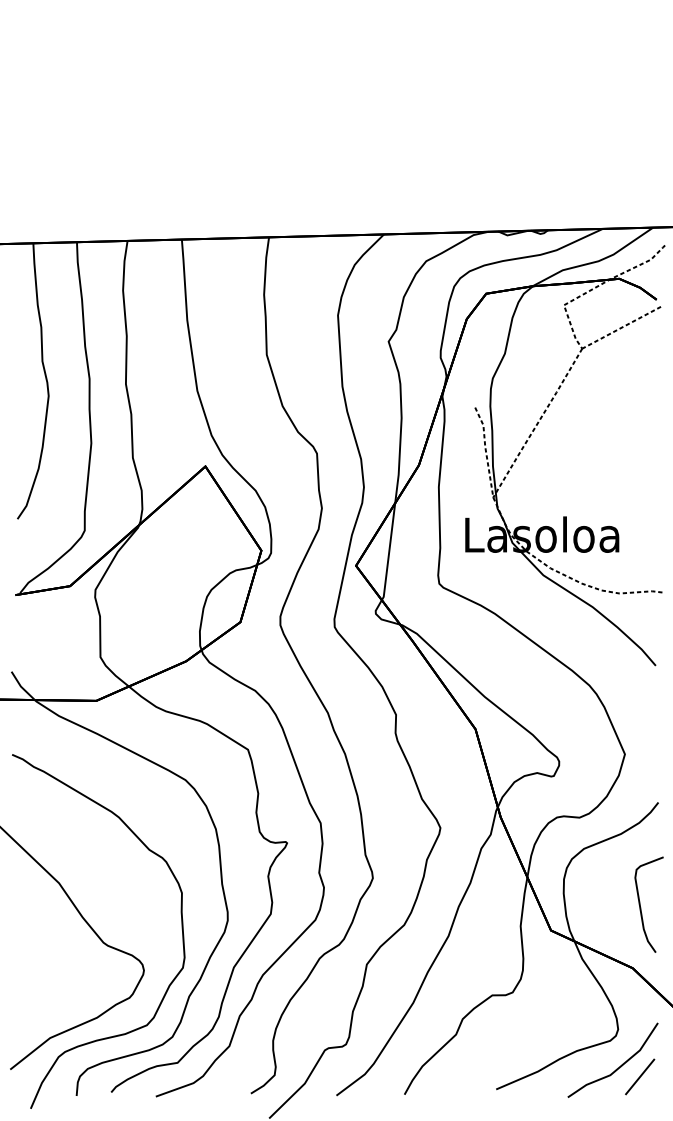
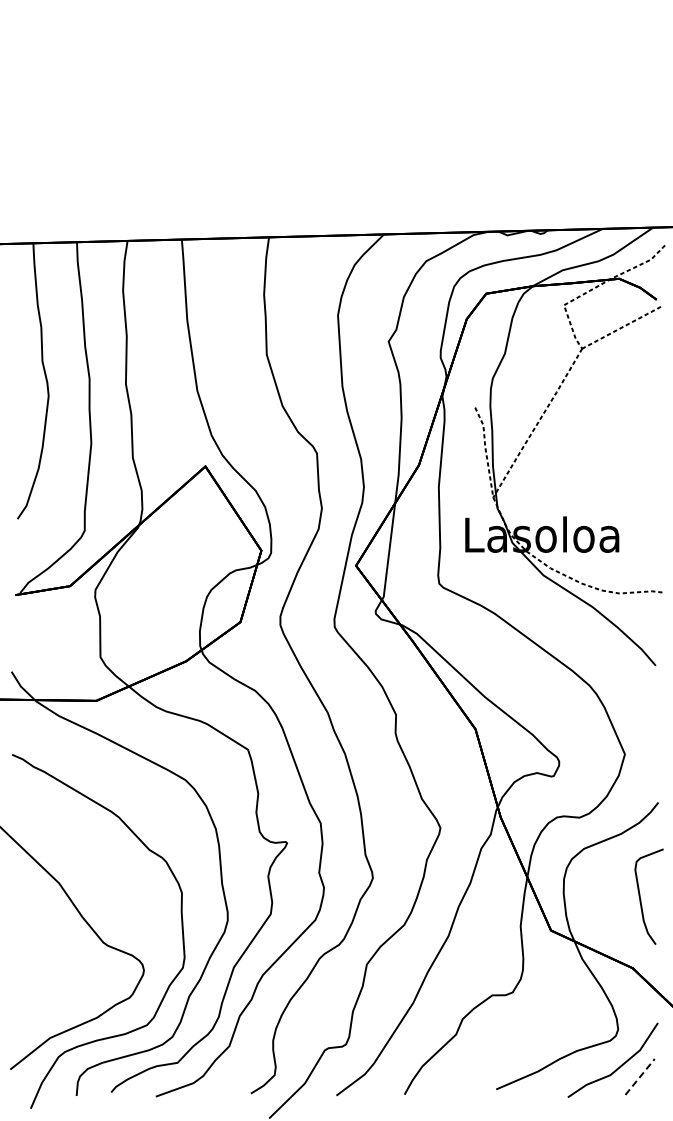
curve at (641, 907) position: (641, 907) -> (641, 899)
line at (640, 1076): solid -> dashed
